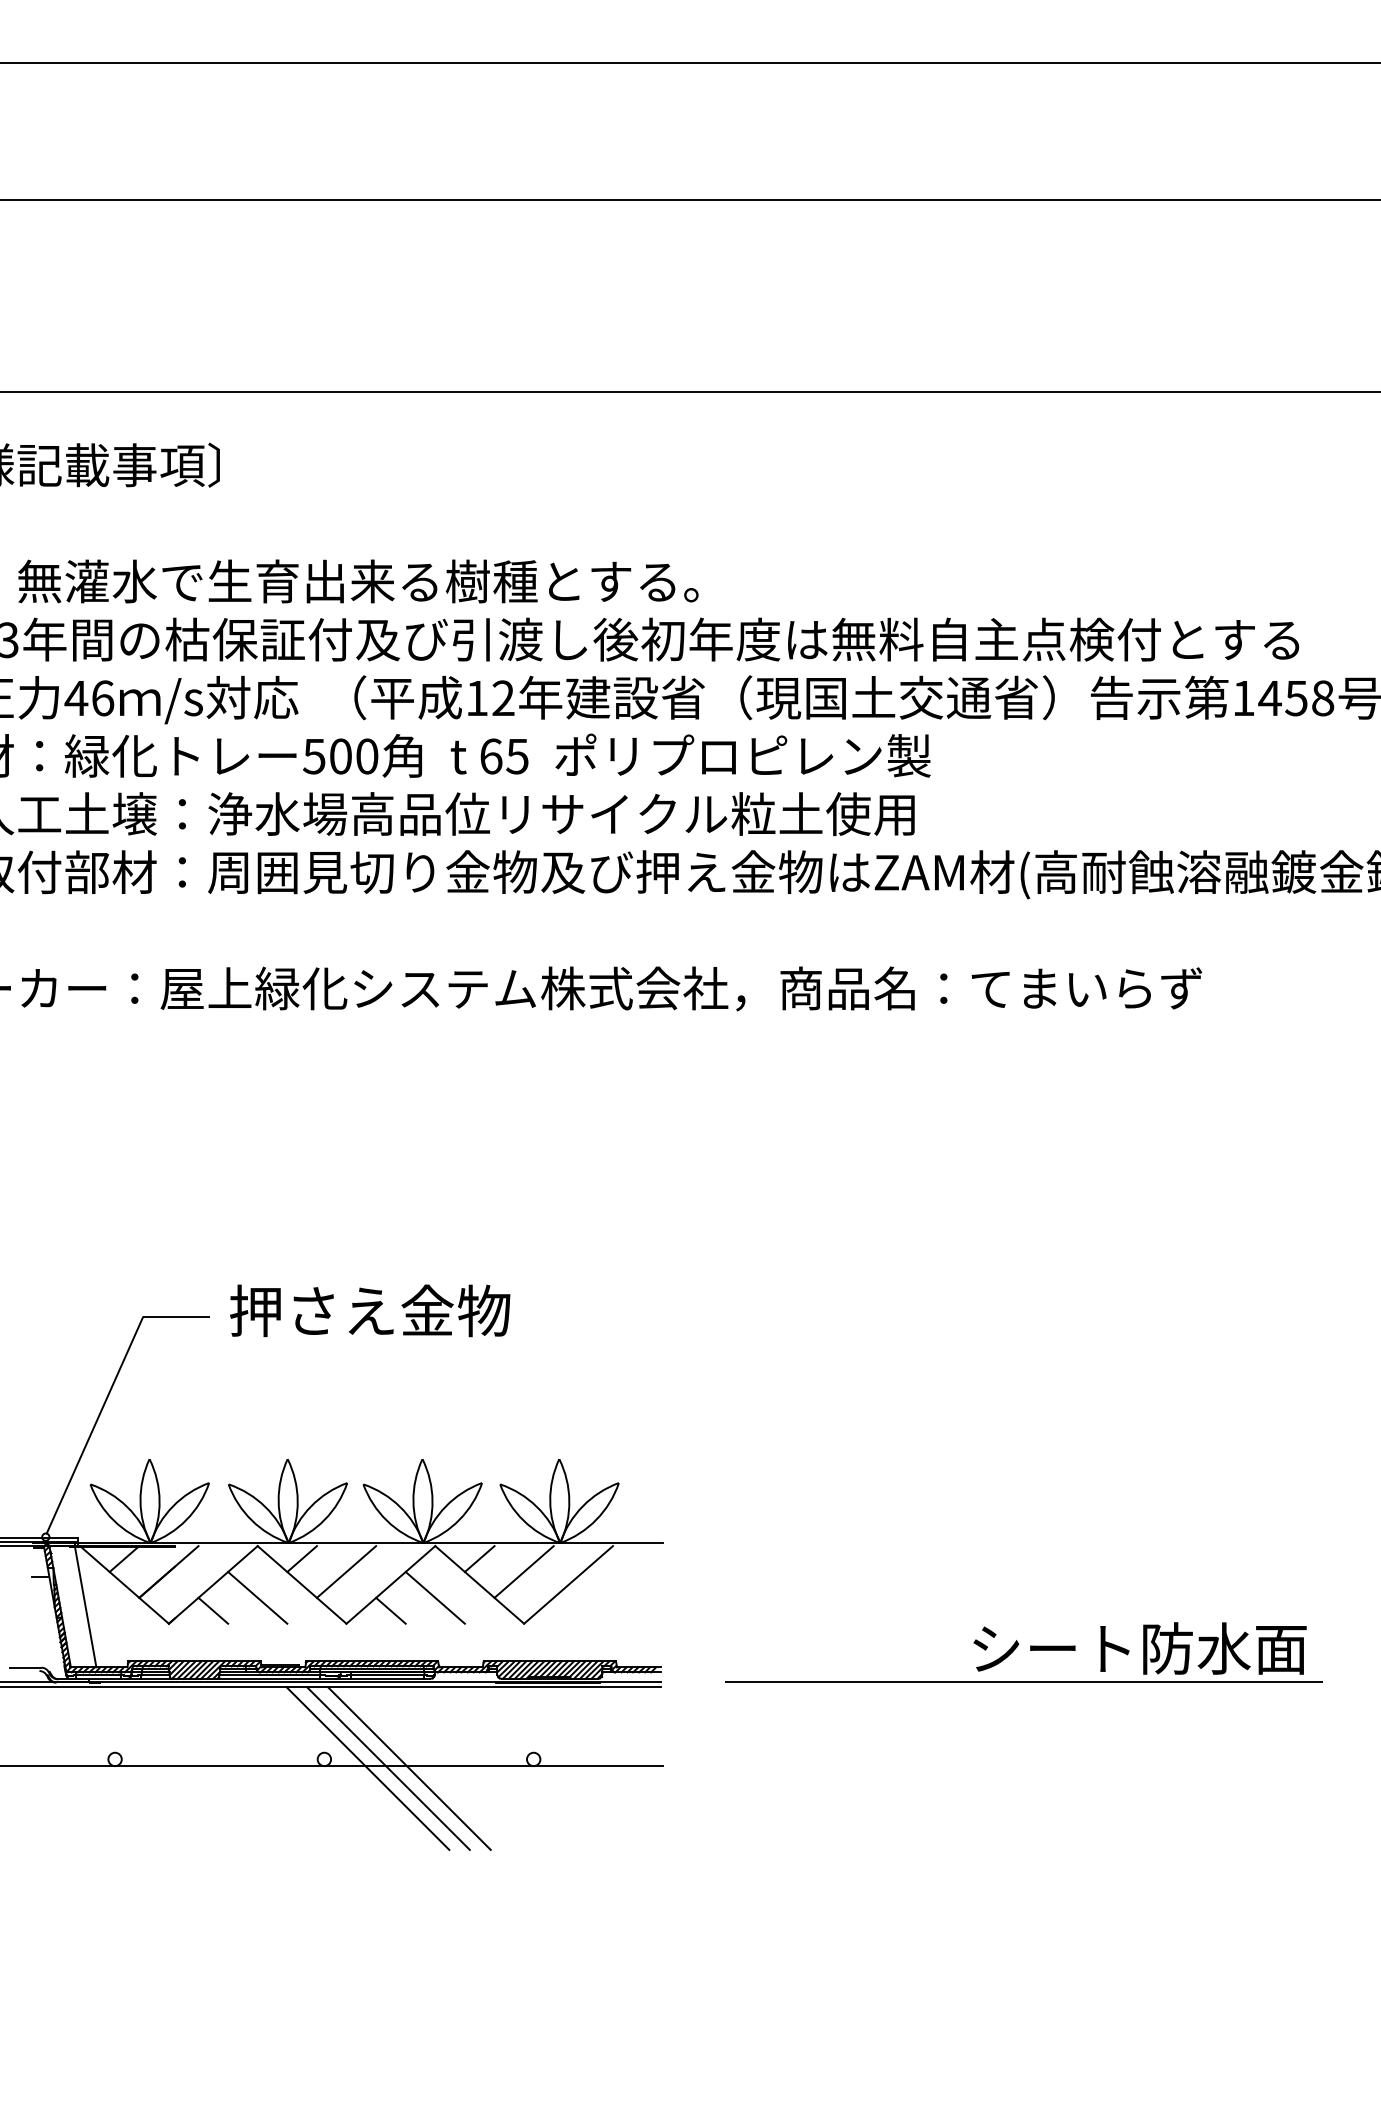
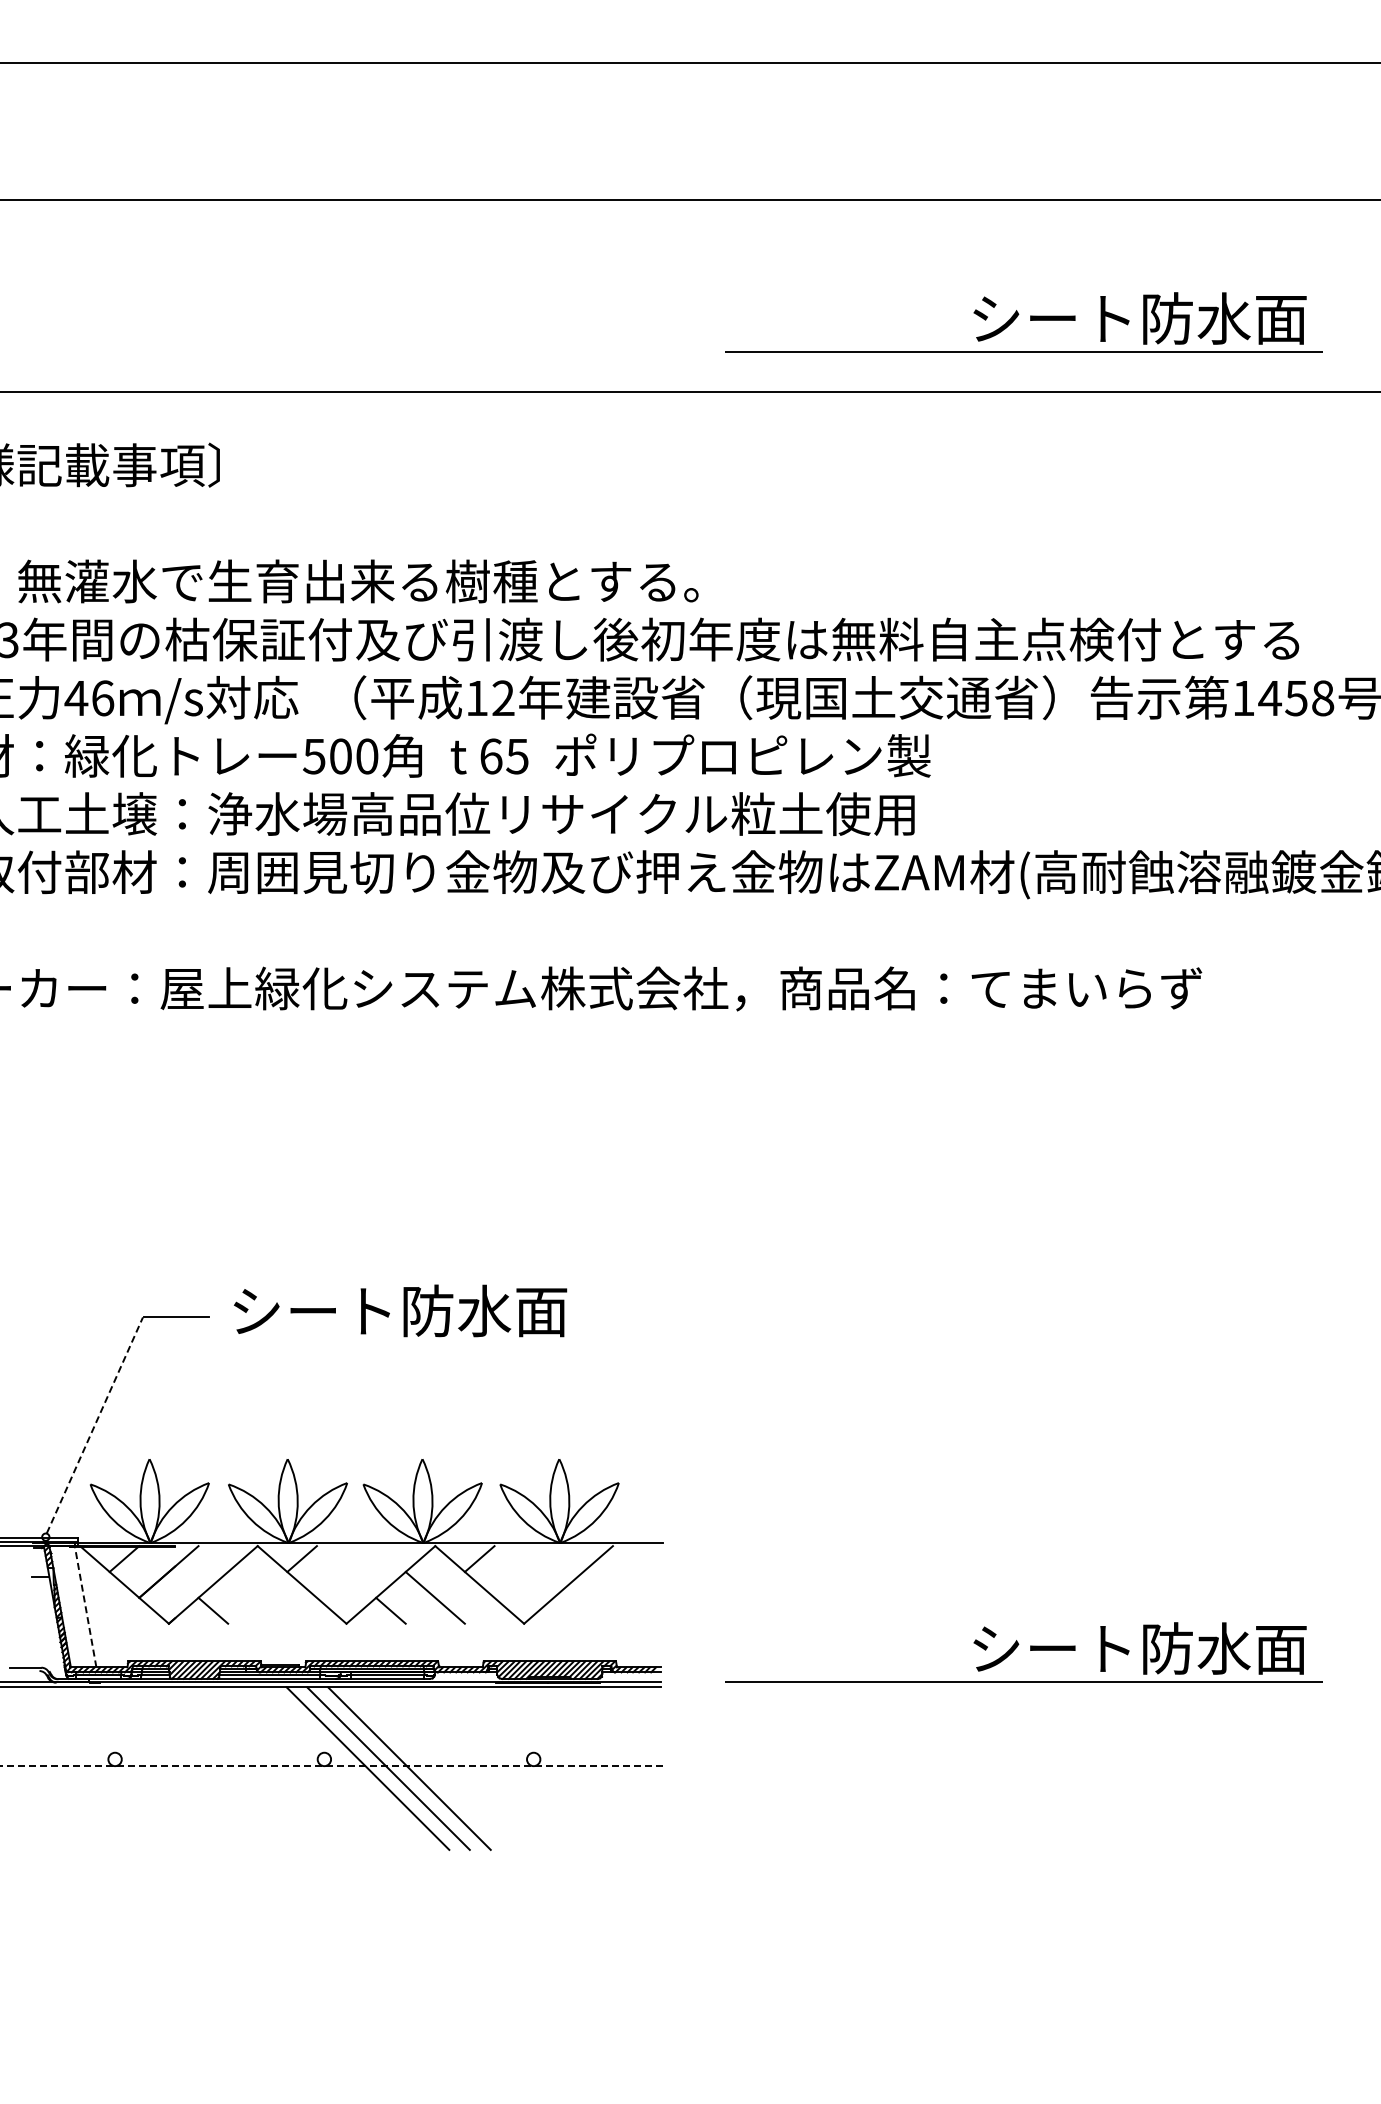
part at (1030, 320): none -> present
text at (398, 1310): 押さえ金物 -> シート防水面
line at (95, 1424): solid -> dashed
line at (346, 1571): present -> none
line at (523, 1571): present -> none
line at (257, 1597): present -> none
line at (85, 1606): solid -> dashed
line at (331, 1766): solid -> dashed
